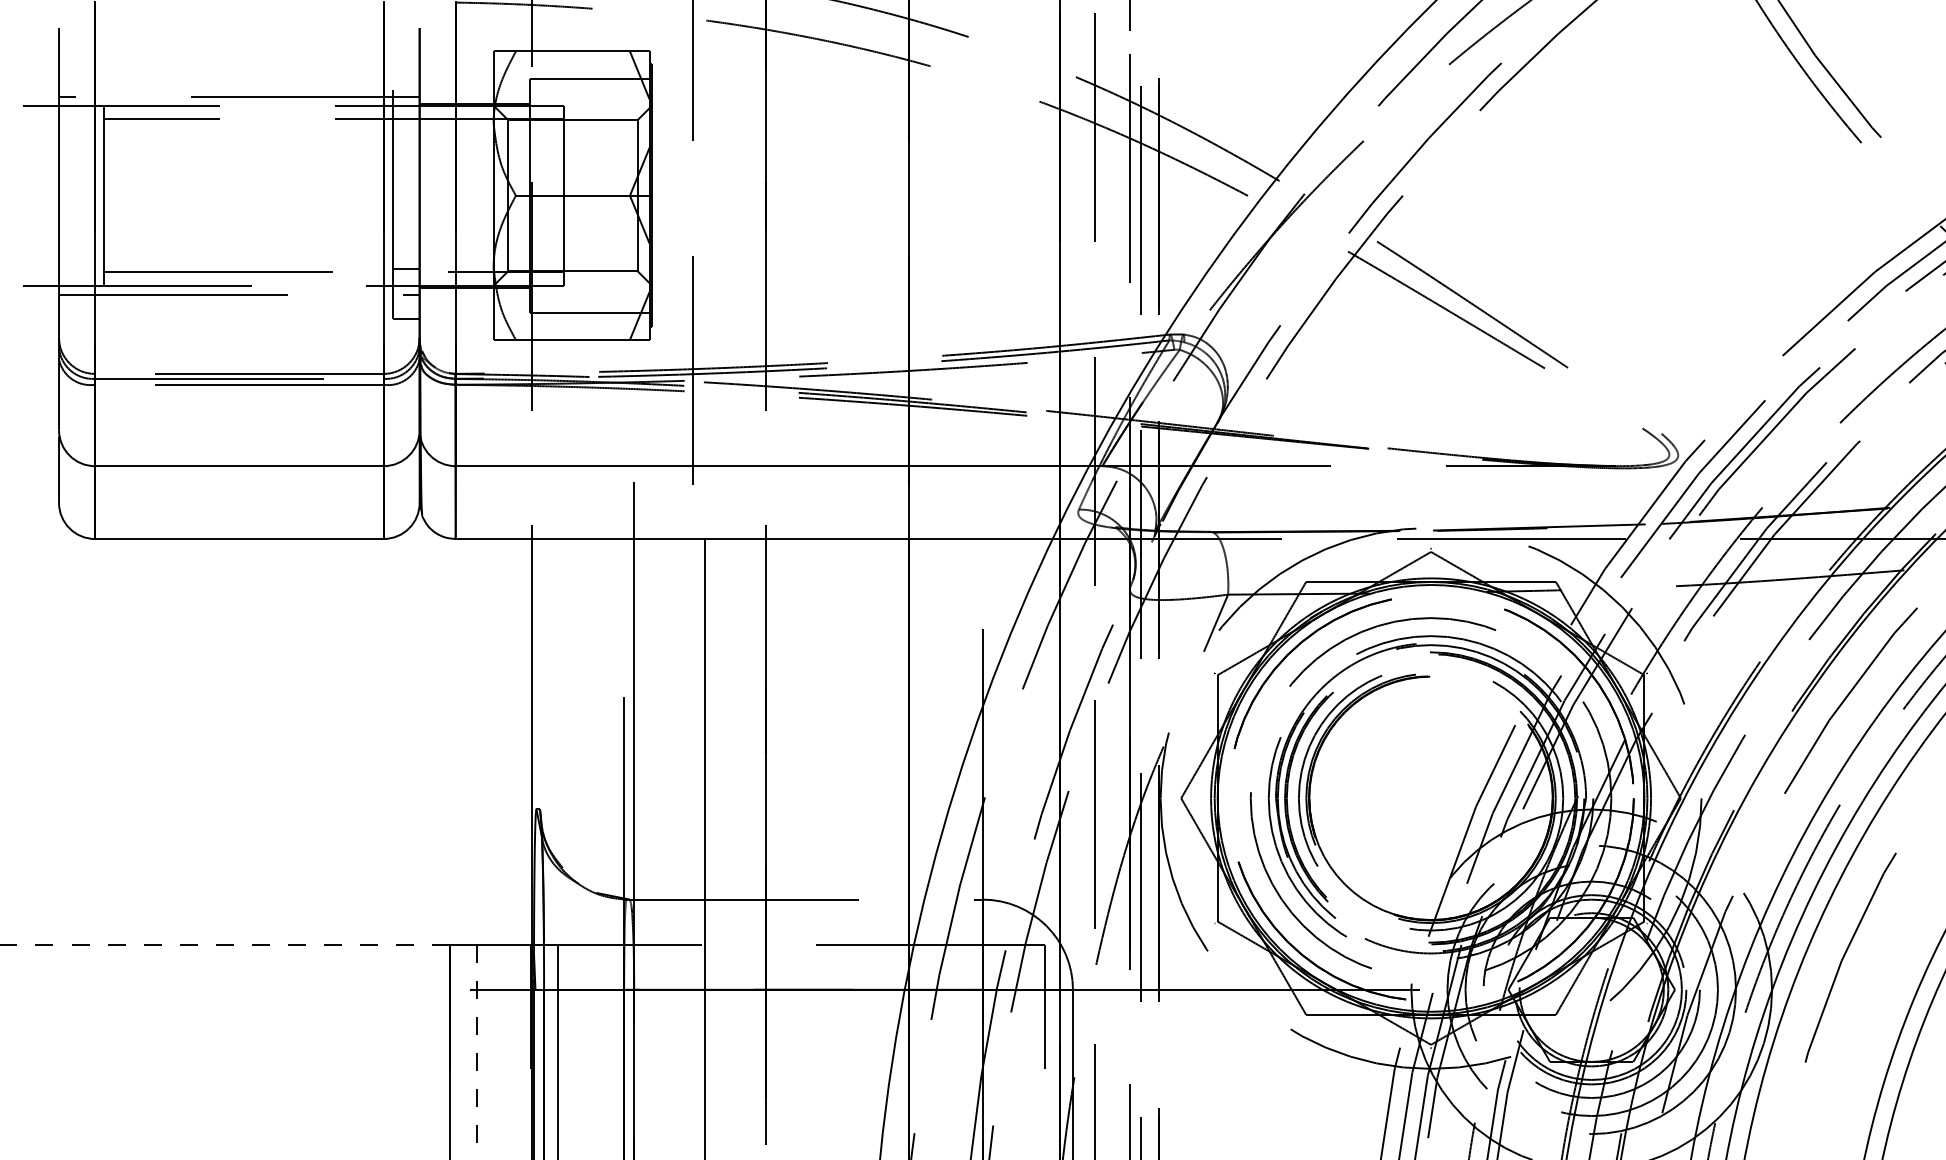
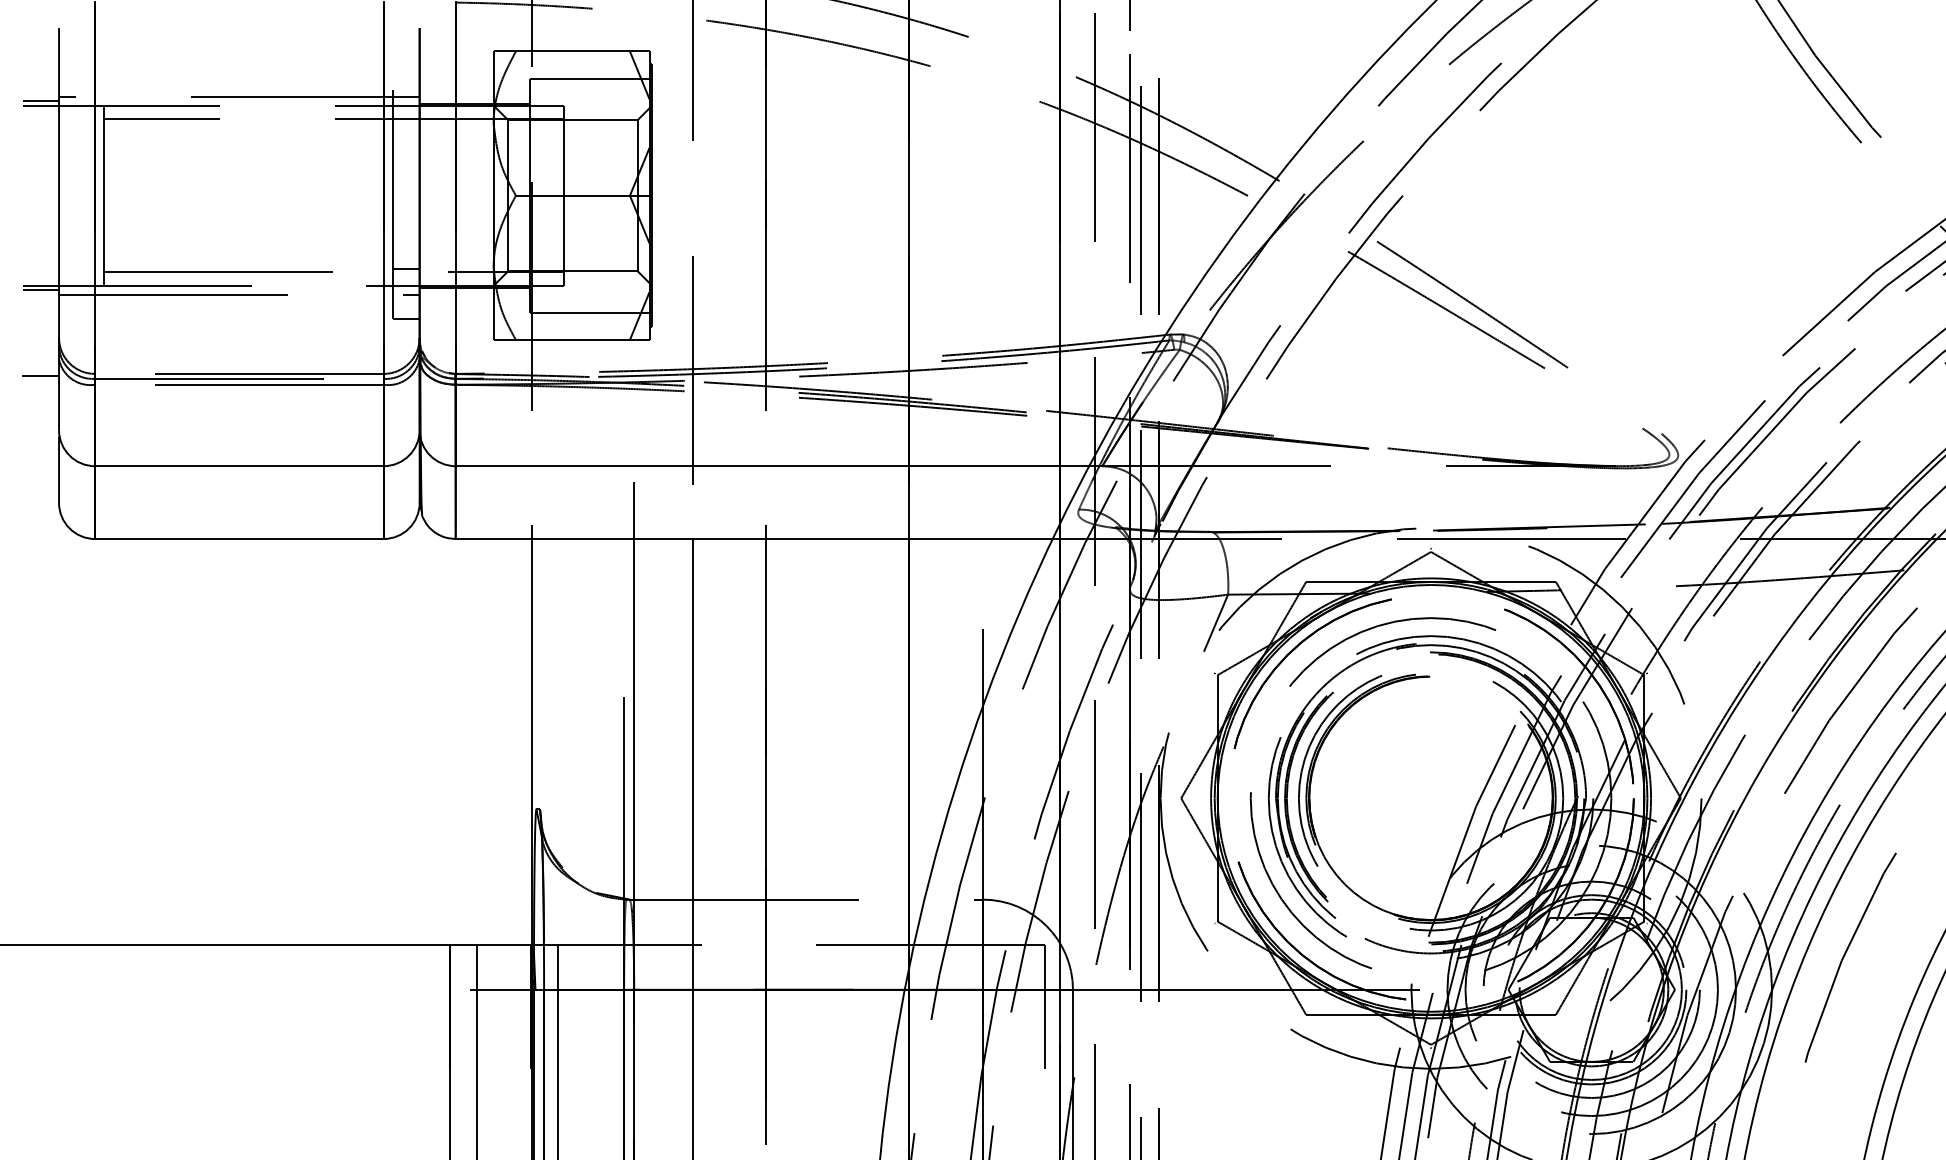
line at (40, 101): none -> present
line at (40, 290): none -> present
line at (40, 376): none -> present
line at (705, 847) position: (705, 847) -> (693, 847)
line at (225, 944): dashed -> solid
line at (477, 1051): dashed -> solid
